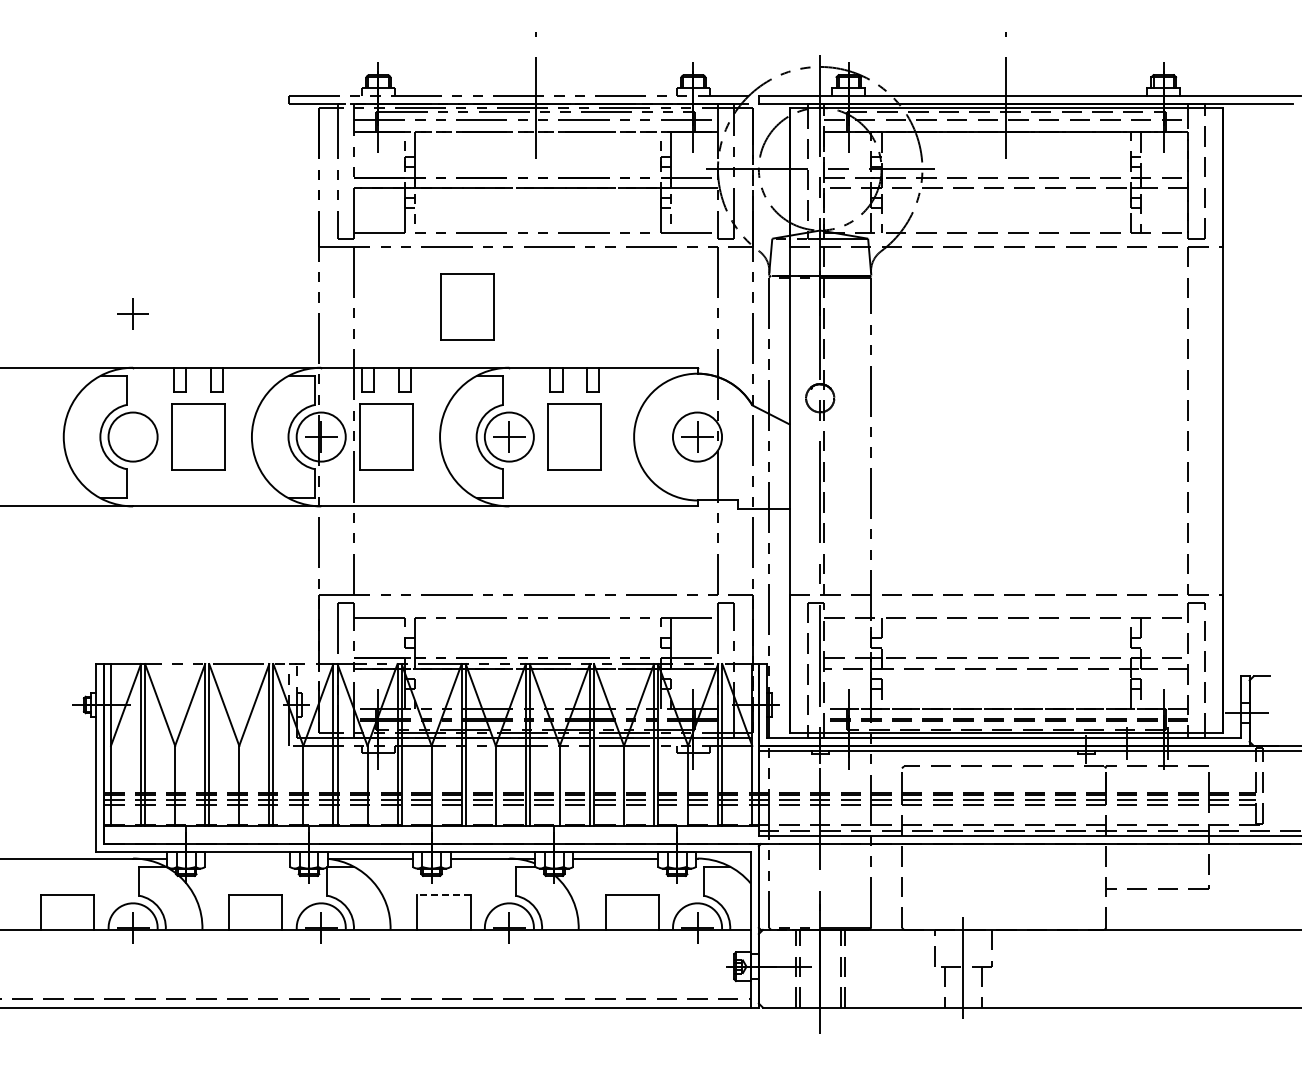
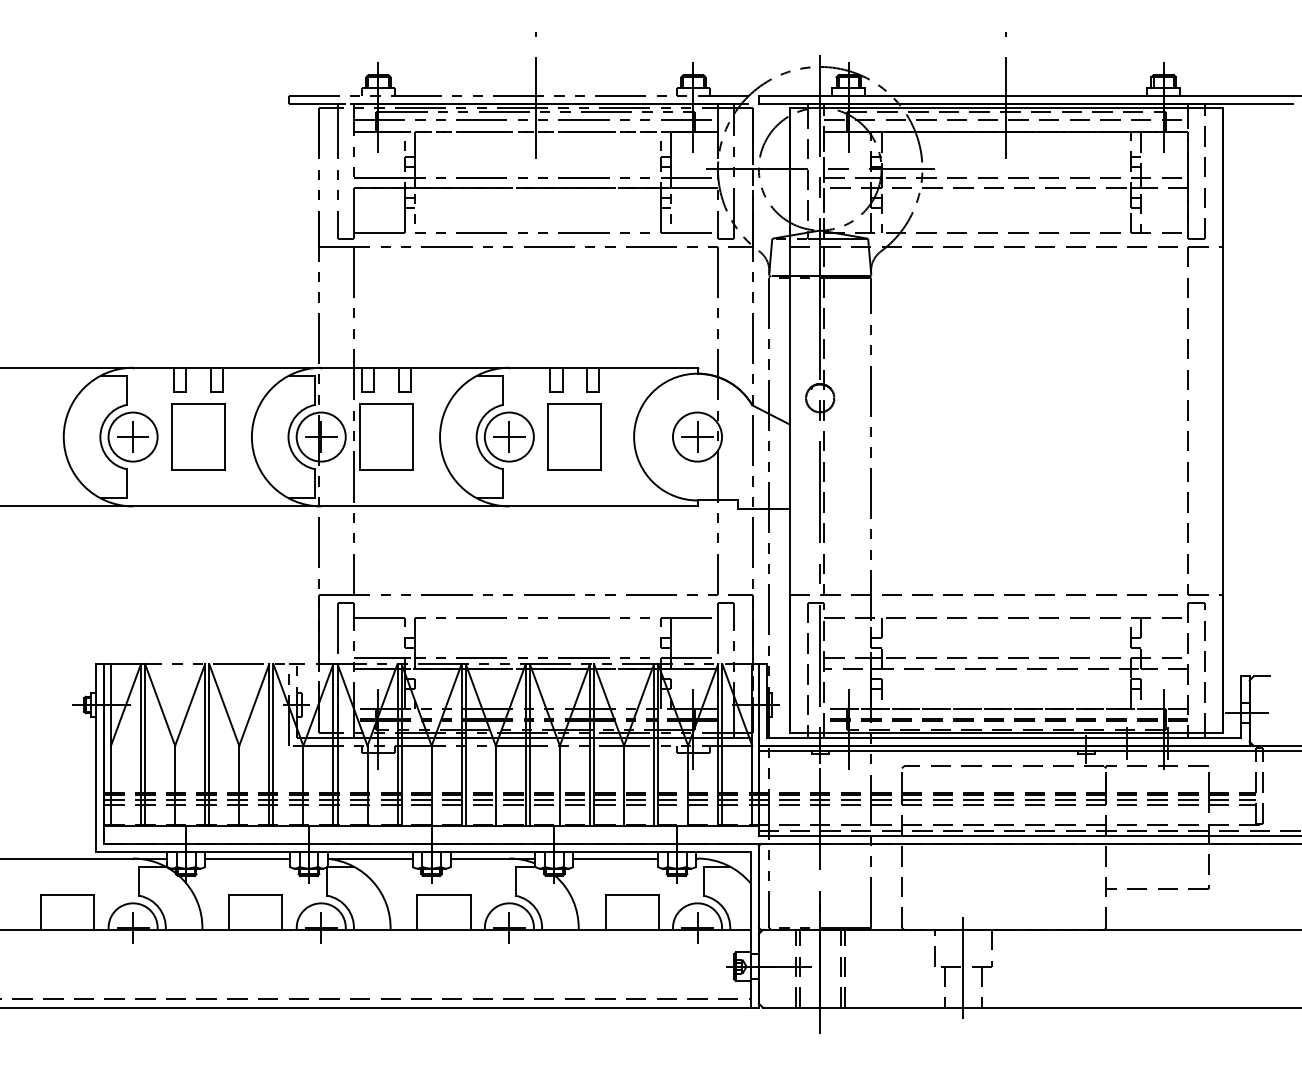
part at (467, 306): present -> none
part at (132, 313) position: (132, 313) -> (132, 436)
line at (247, 858): none -> present
line at (443, 895): dashed -> solid
